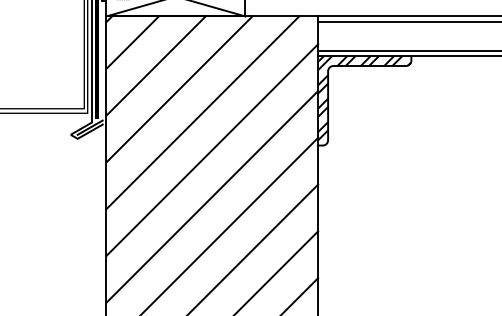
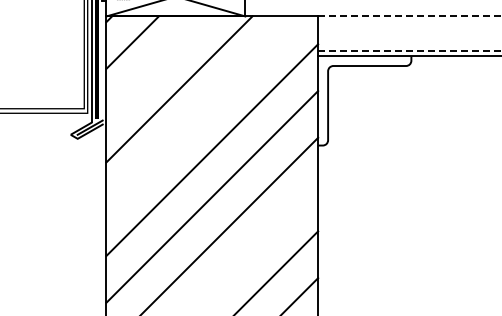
line at (410, 16): solid -> dashed
line at (408, 21): present -> none
line at (410, 50): solid -> dashed
line at (155, 65): present -> none
hatch at (364, 98): present -> none
line at (202, 112): present -> none
line at (254, 248): present -> none
